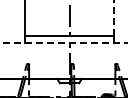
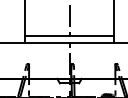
line at (114, 18): dashed -> solid
line at (64, 43): dashed -> solid
